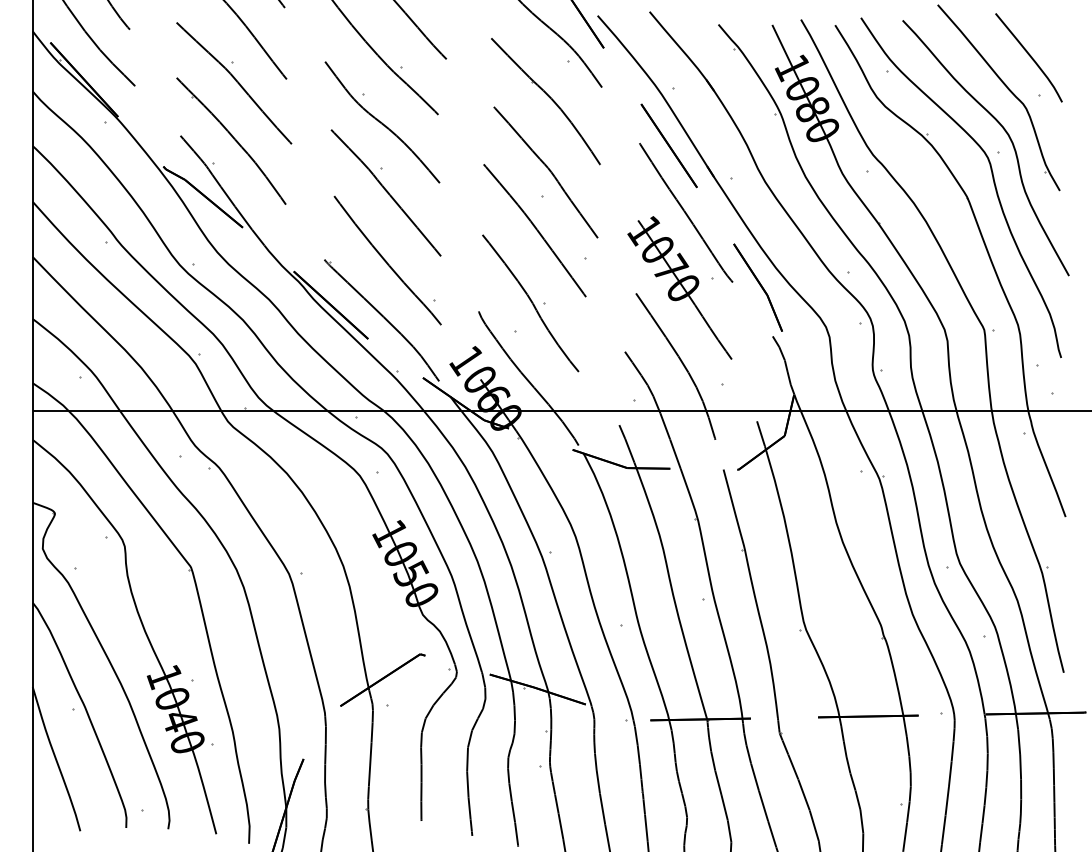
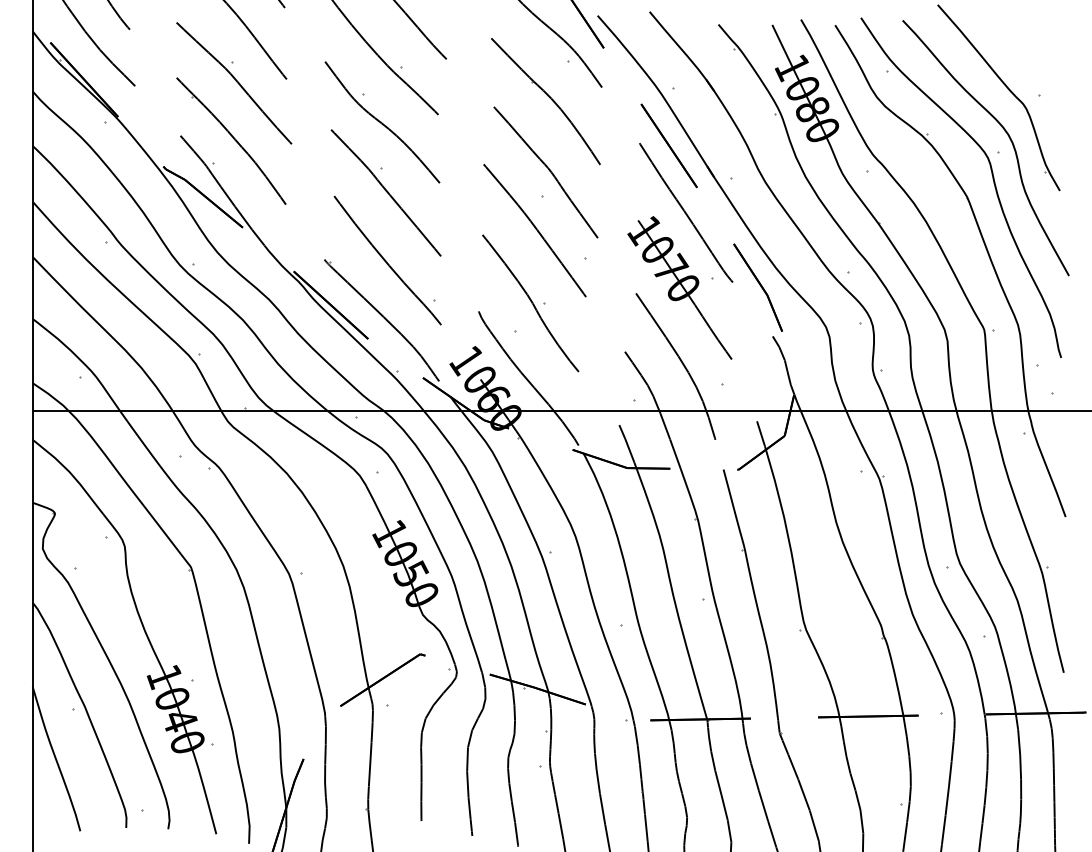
curve at (1029, 56): present -> none
